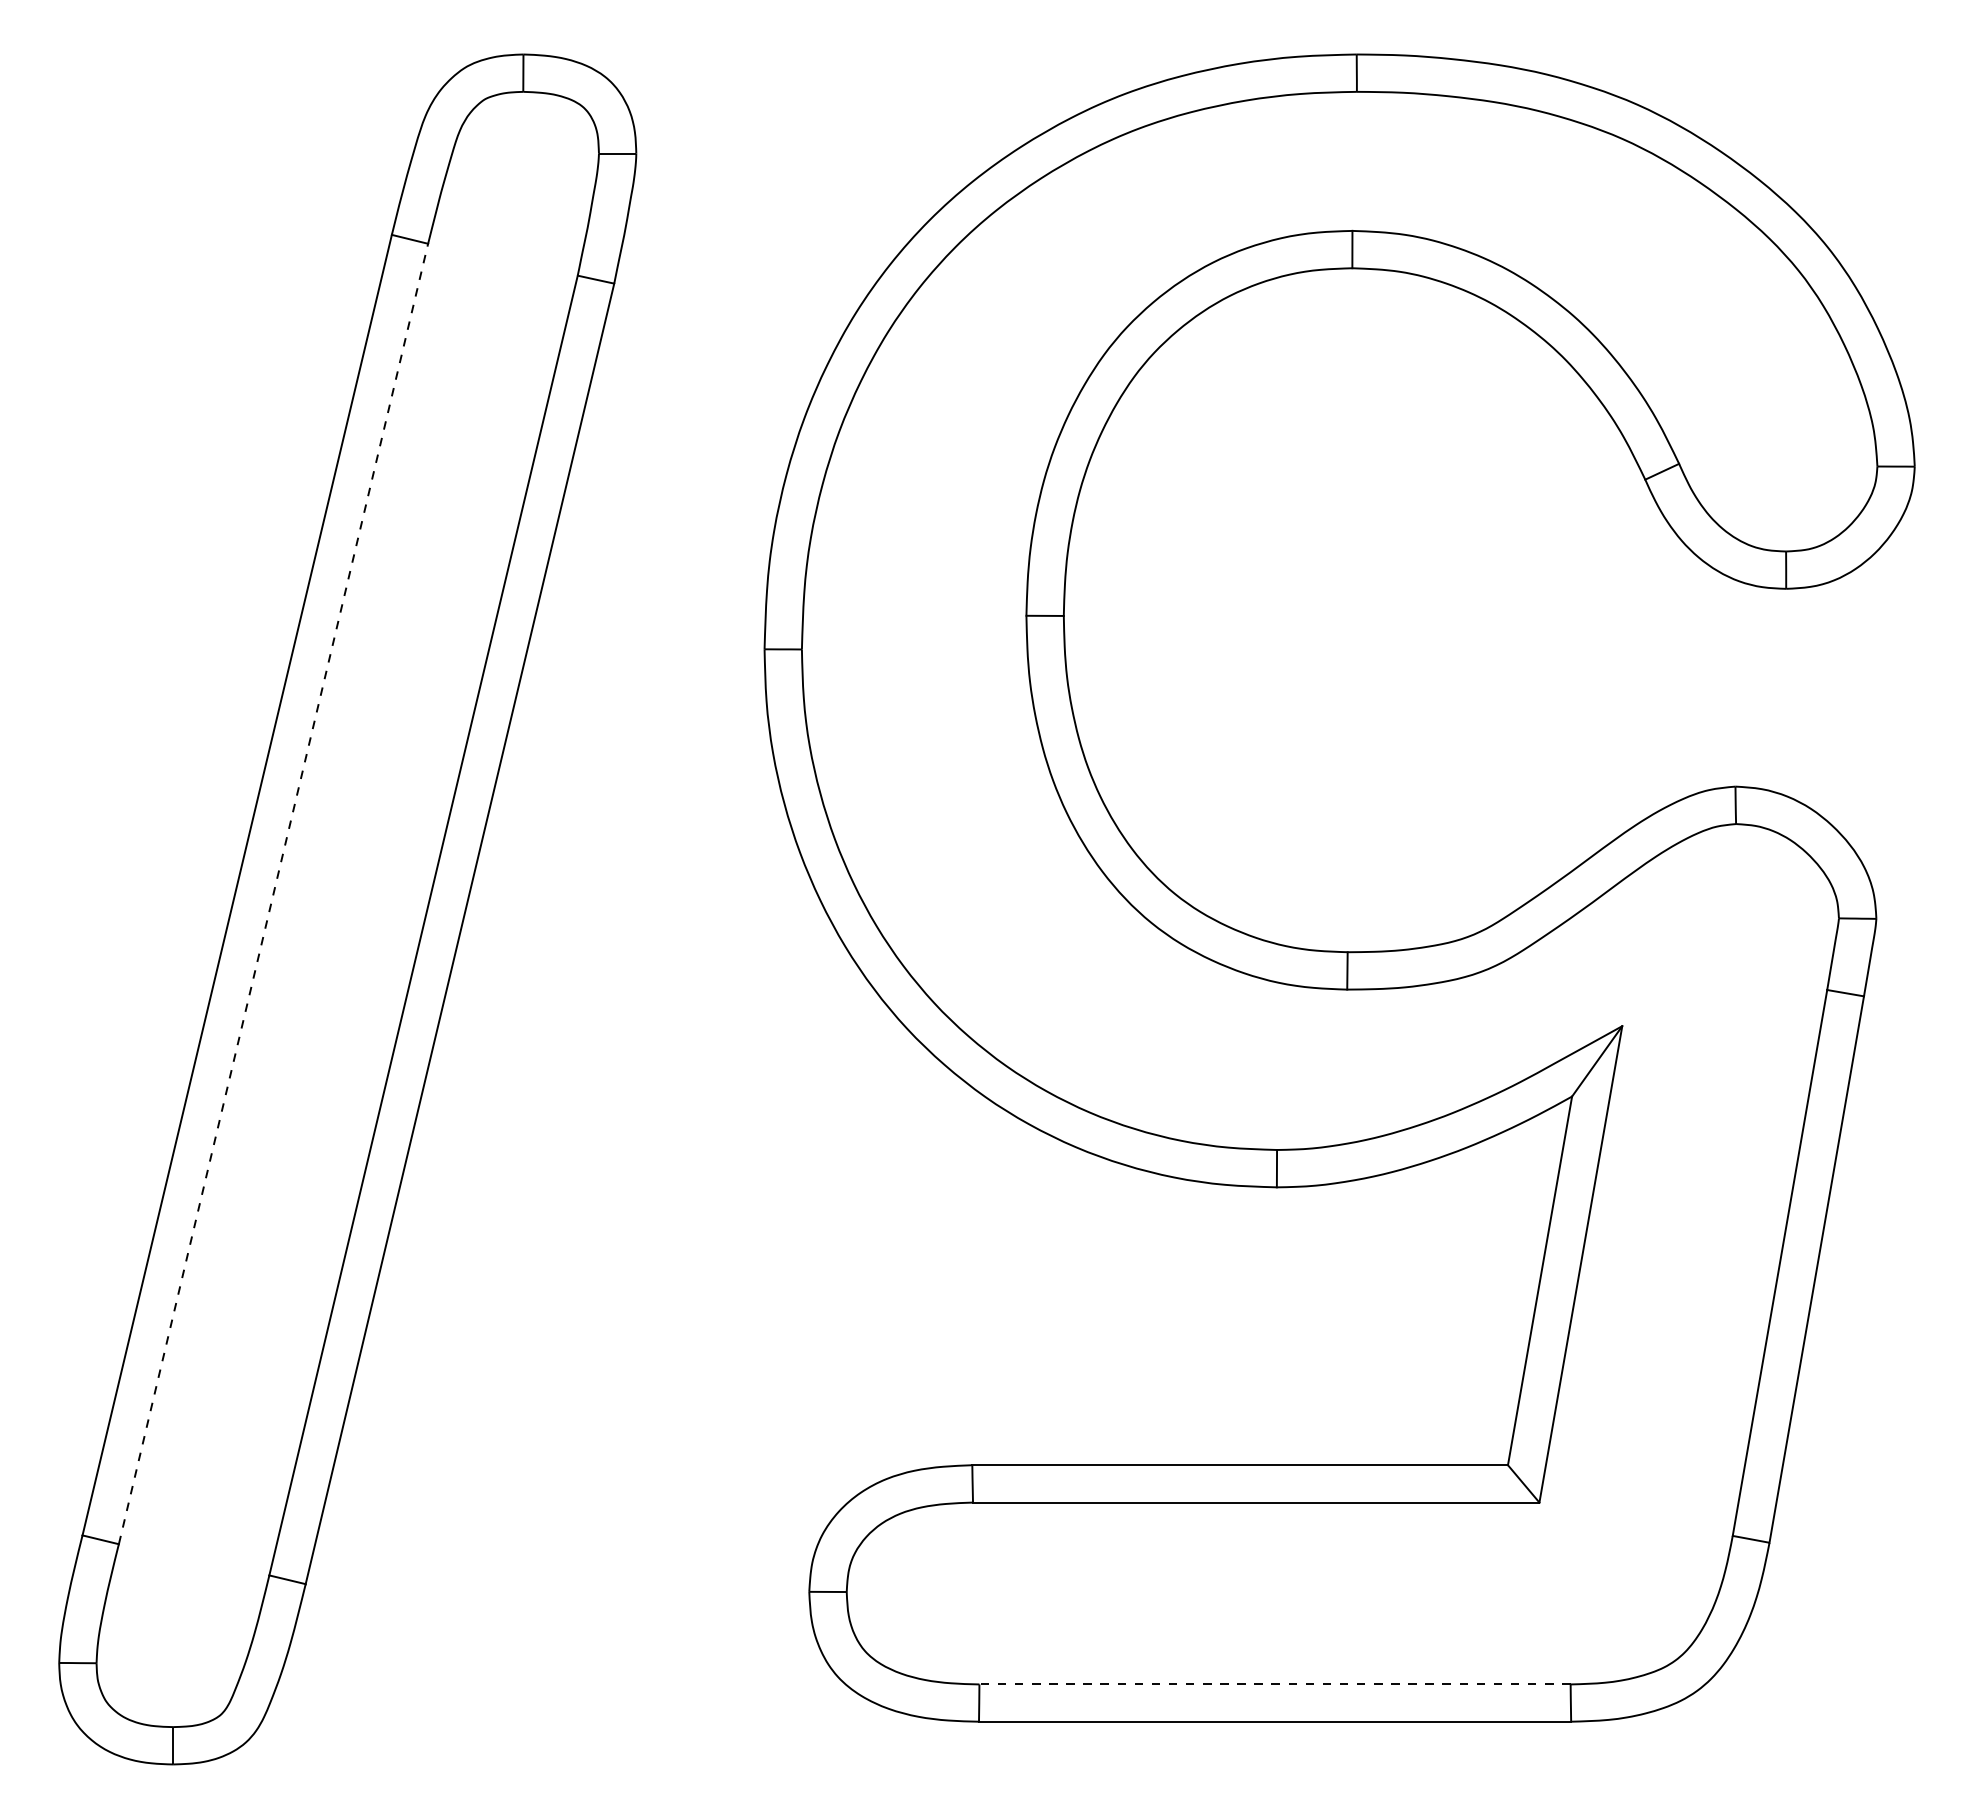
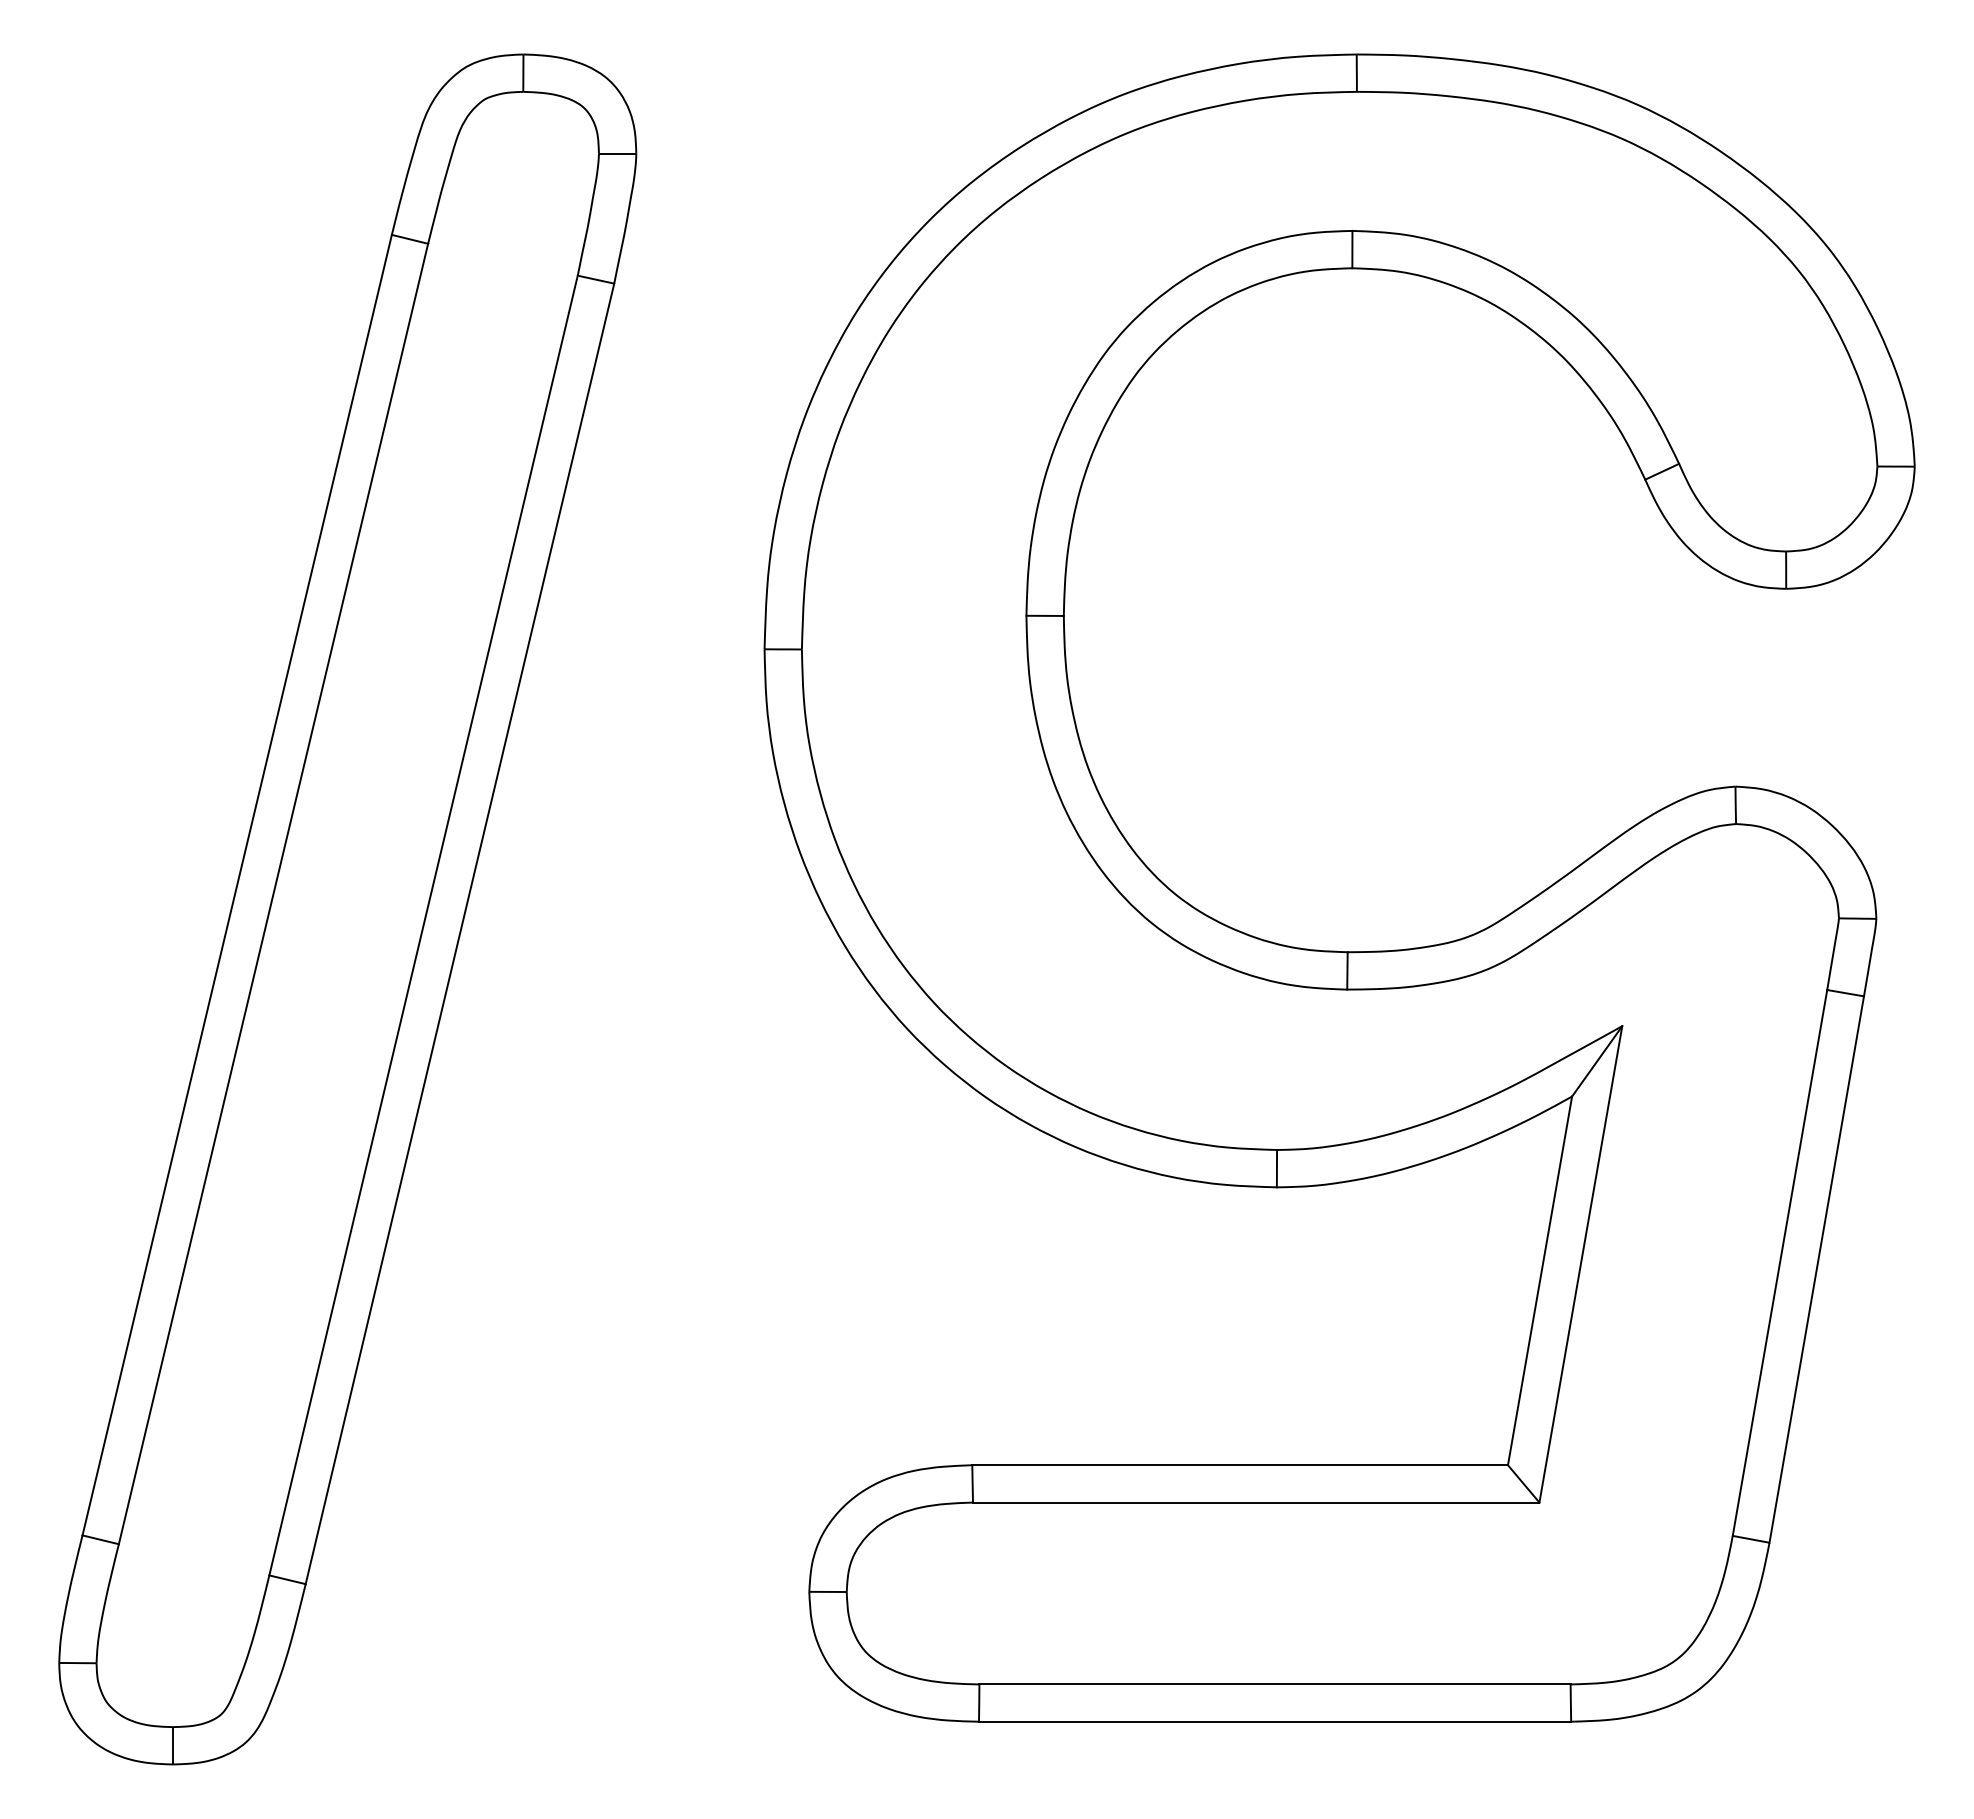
line at (273, 893): dashed -> solid
line at (1275, 1684): dashed -> solid
